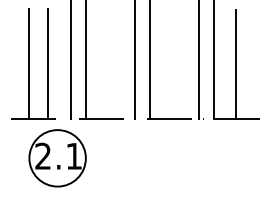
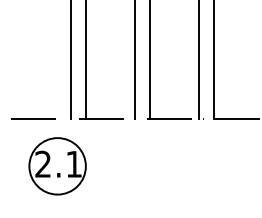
line at (29, 64): present -> none
line at (48, 64): present -> none
line at (236, 64): present -> none
part at (57, 158) position: (57, 158) -> (57, 166)
